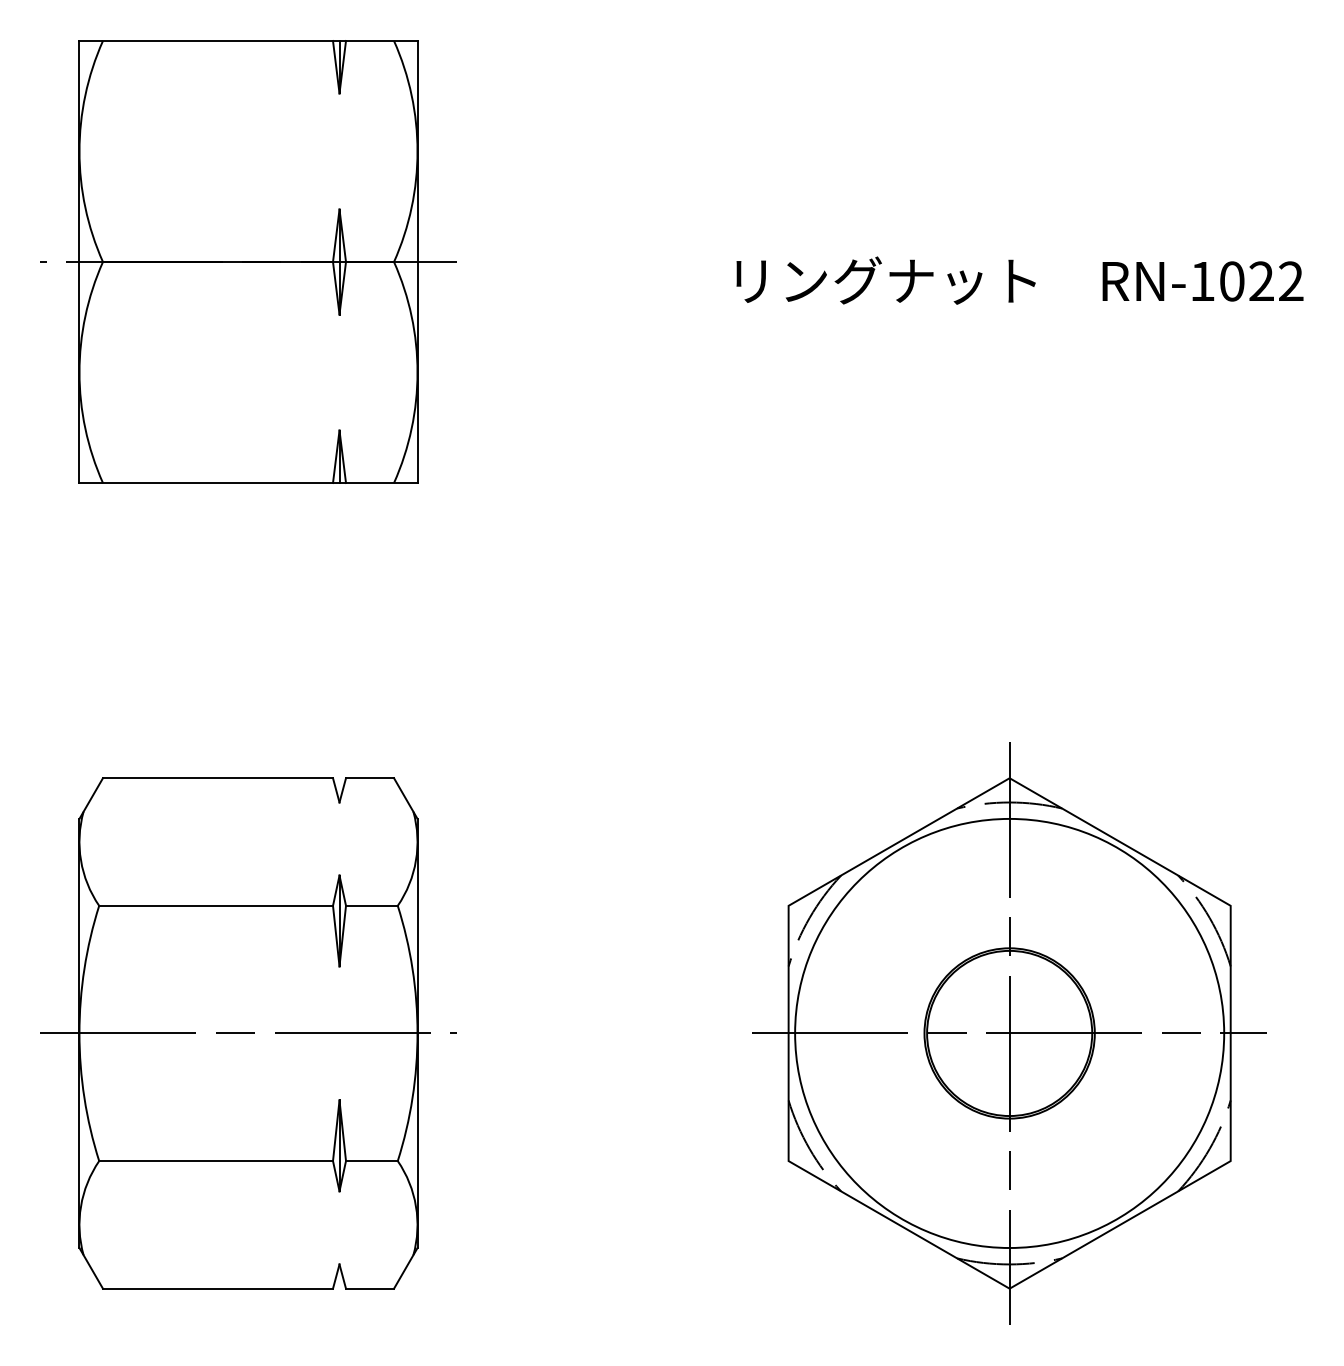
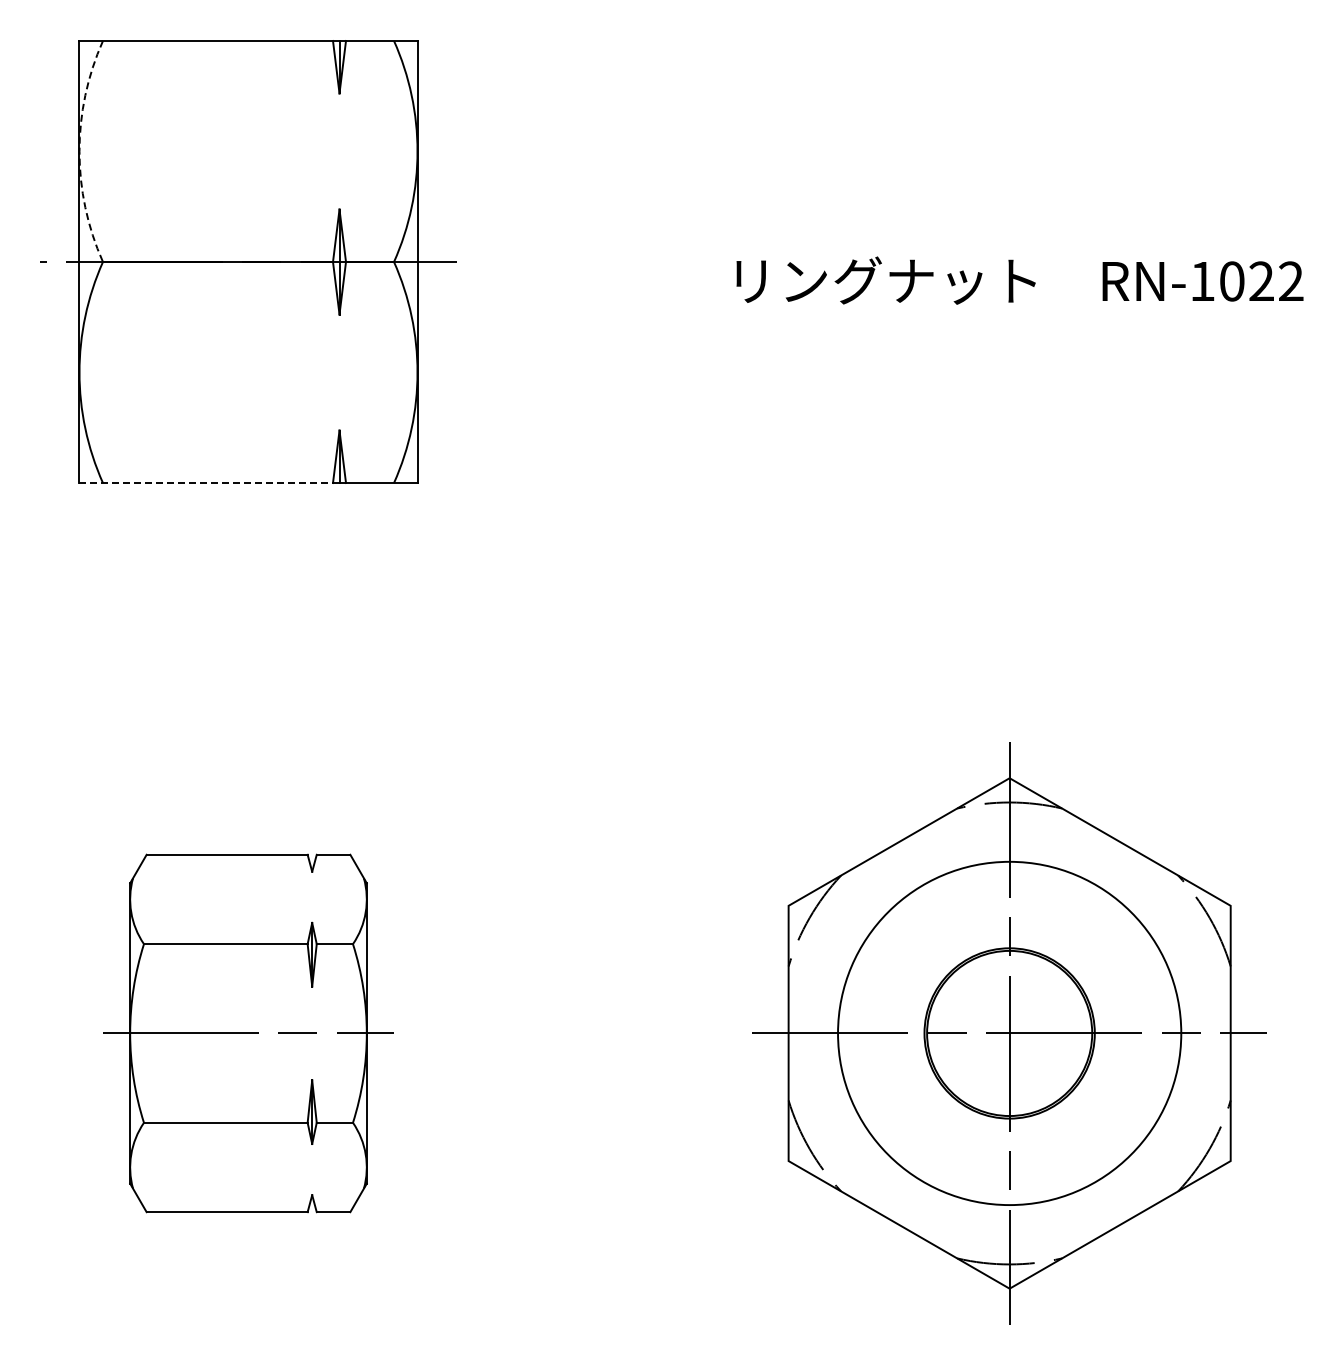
arc at (79, 151): solid -> dashed
line at (206, 483): solid -> dashed
part at (248, 1033) size: 417x513 px -> 291x361 px
circle at (1009, 1033) diameter: 429 px -> 343 px
